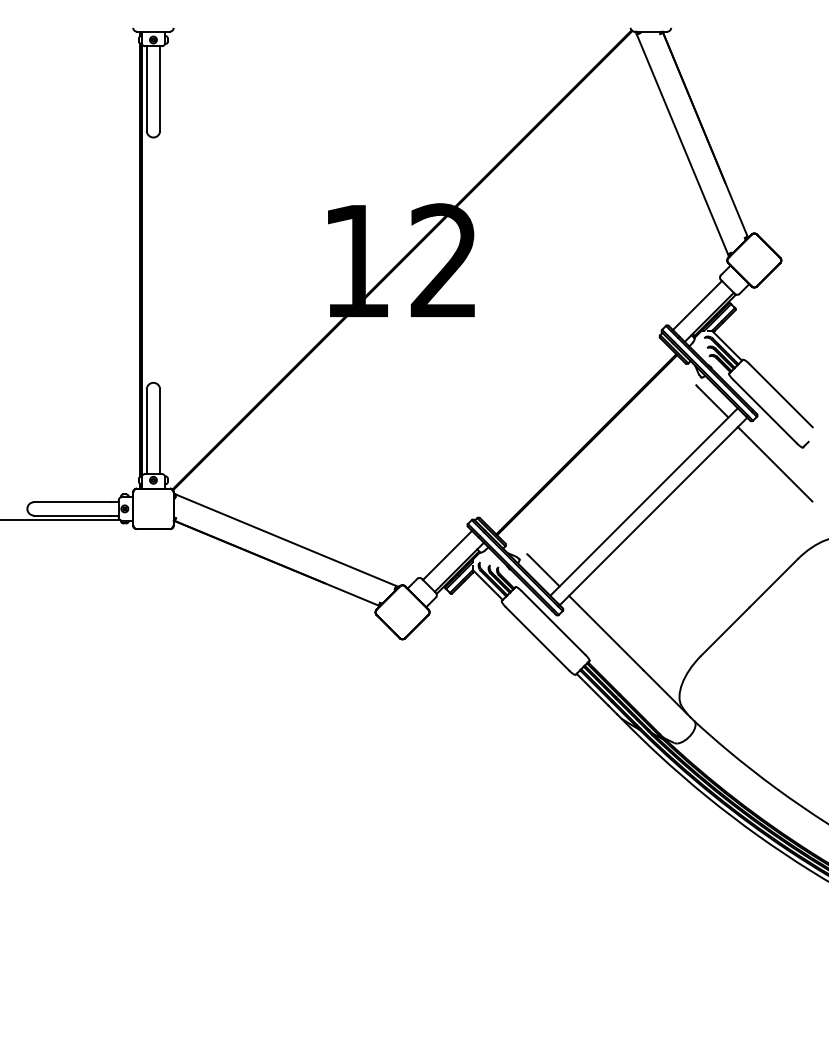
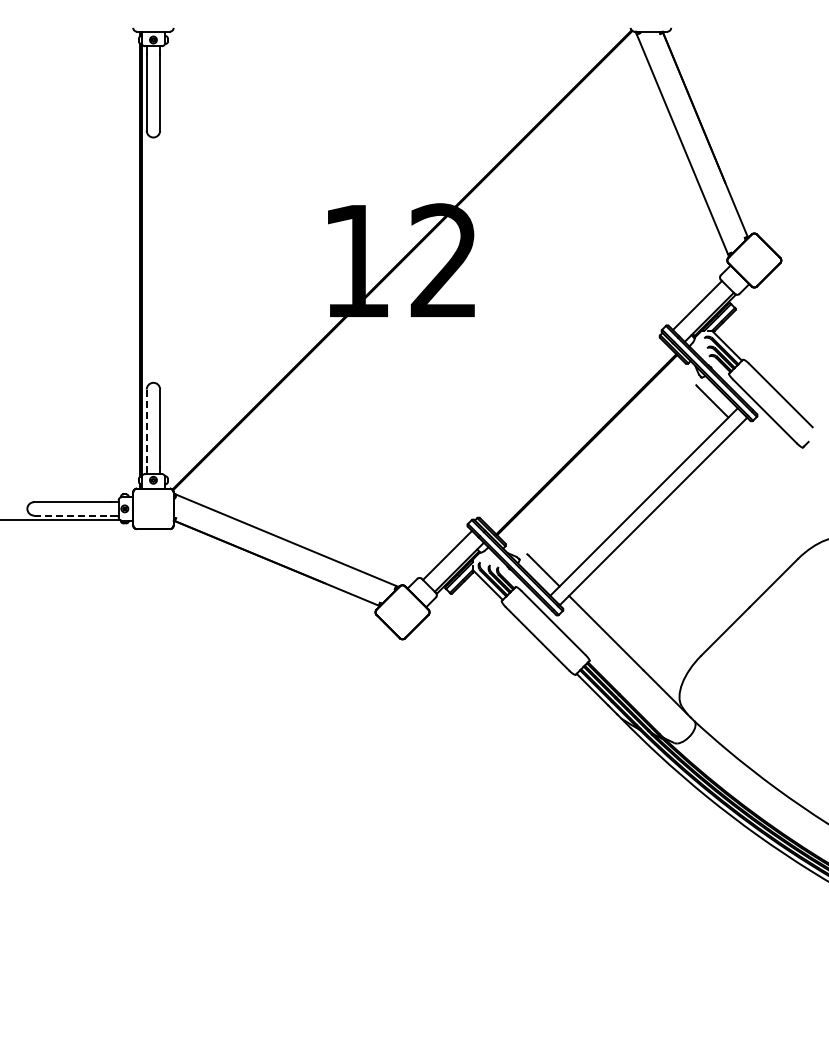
line at (146, 428): solid -> dashed
line at (774, 464): present -> none
line at (72, 515): solid -> dashed
